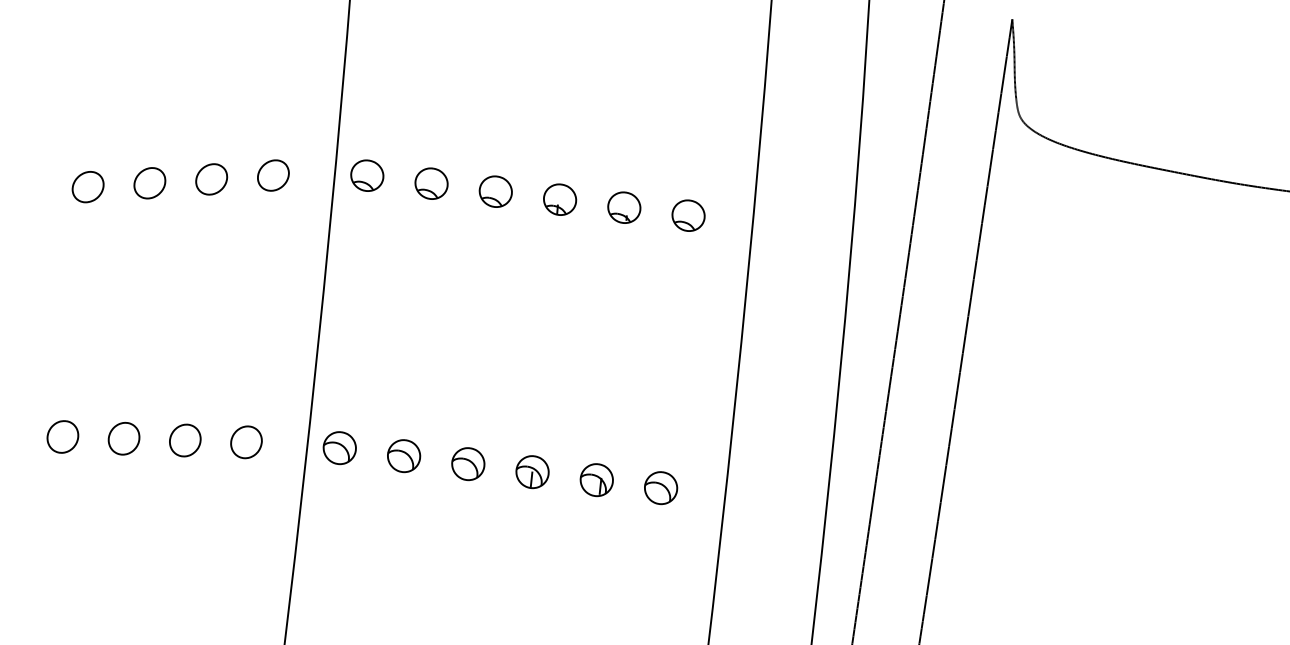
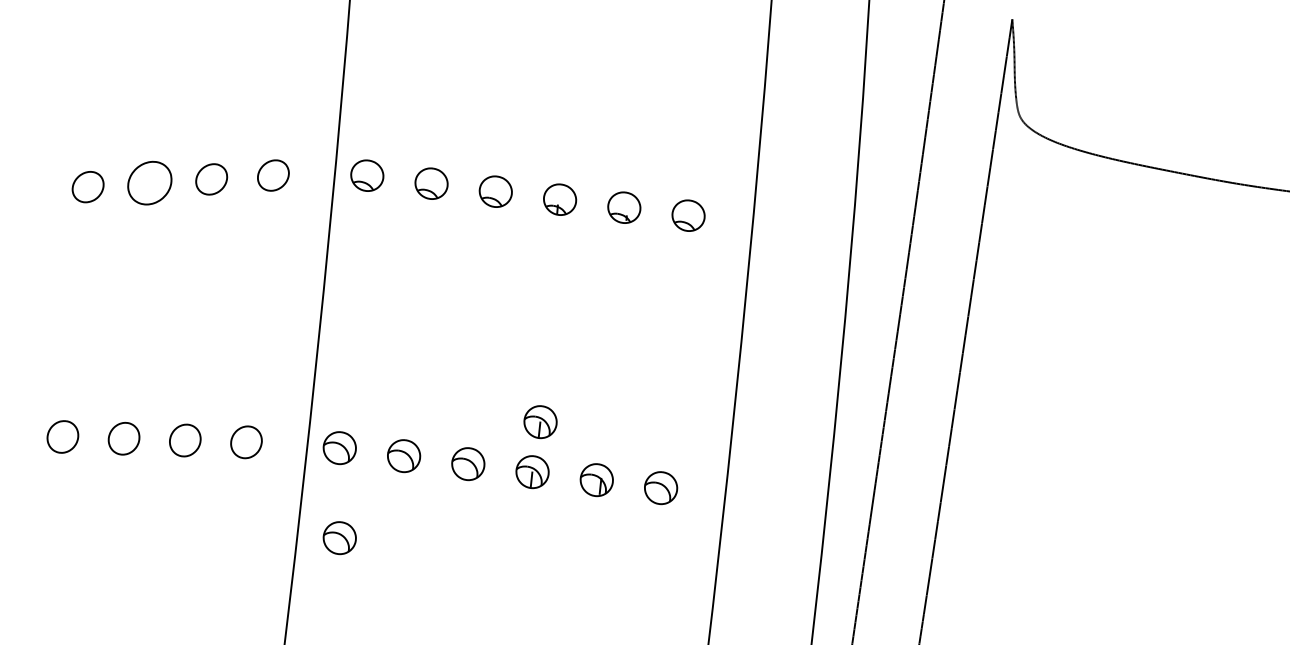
part at (149, 183) size: 34x33 px -> 46x46 px
part at (540, 422): none -> present
part at (339, 538): none -> present
